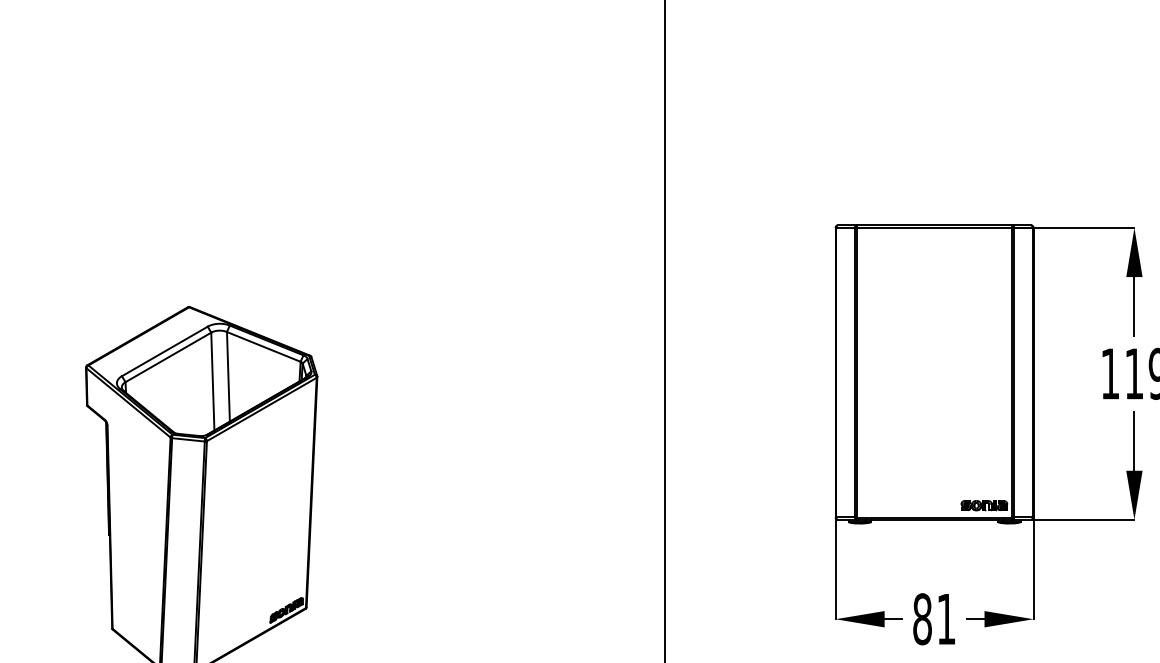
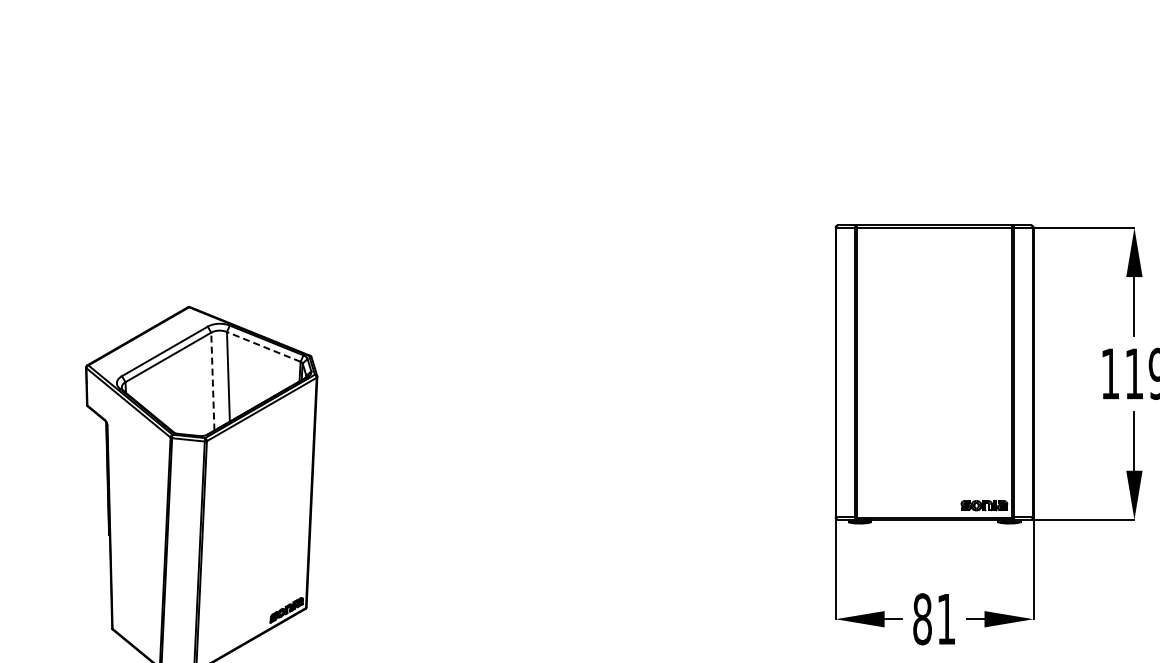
line at (664, 330): present -> none
line at (263, 346): solid -> dashed
line at (212, 381): solid -> dashed
